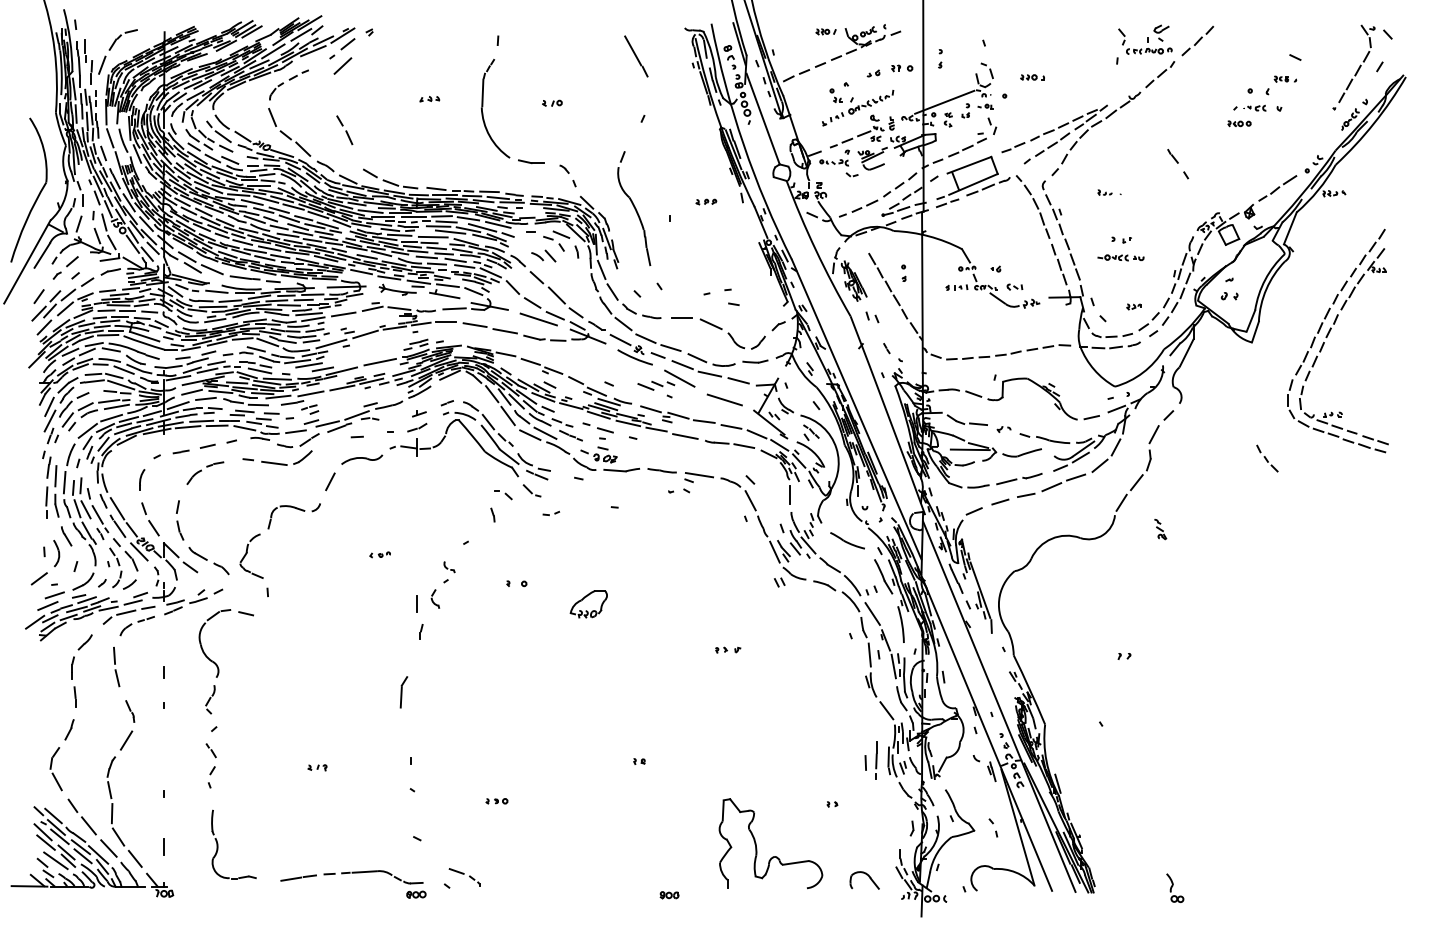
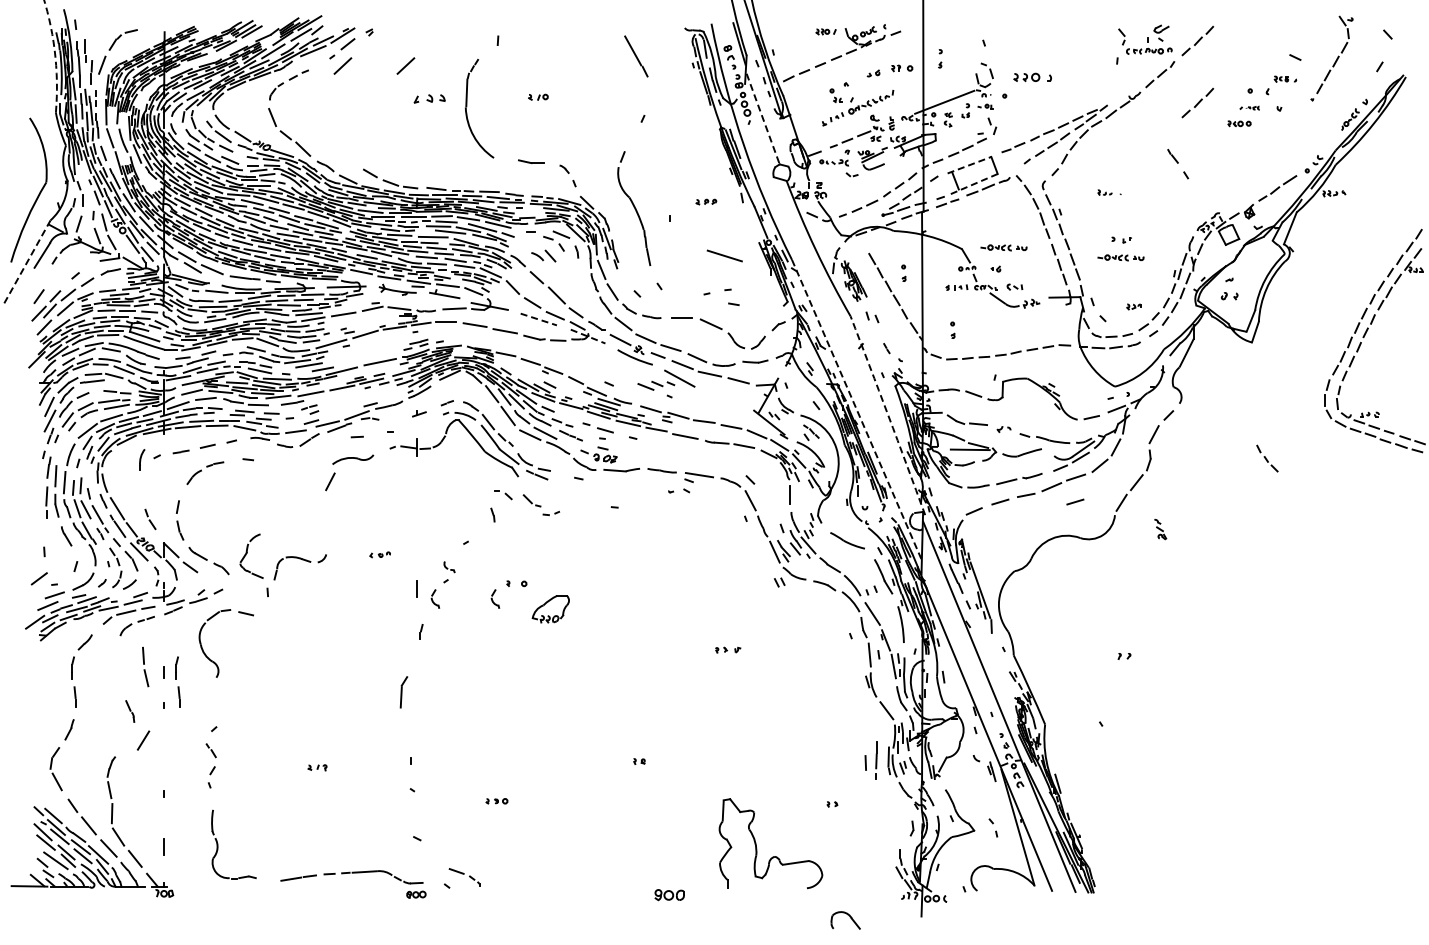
arc at (55, 55): solid -> dashed
line at (405, 65): none -> present
part at (1353, 67) position: (1353, 67) -> (1331, 58)
part at (1032, 77) size: 25x7 px -> 39x10 px
part at (429, 99) size: 22x7 px -> 33x10 px
part at (552, 102) position: (552, 102) -> (538, 96)
part at (1197, 102): none -> present
part at (483, 106) position: (483, 106) -> (467, 106)
part at (1249, 107) size: 34x8 px -> 21x6 px
line at (763, 119): solid -> dashed
part at (344, 130): present -> none
line at (969, 165): solid -> dashed
line at (973, 184): solid -> dashed
part at (1003, 247): none -> present
line at (27, 261): solid -> dashed
part at (65, 267): present -> none
line at (539, 319): solid -> dashed
part at (952, 329): none -> present
part at (1328, 335) position: (1328, 335) -> (1365, 335)
line at (588, 336): solid -> dashed
line at (121, 384): present -> none
line at (724, 399) position: (724, 399) -> (724, 255)
line at (856, 410): solid -> dashed
arc at (888, 415): solid -> dashed
part at (417, 427): present -> none
part at (362, 459) position: (362, 459) -> (353, 459)
part at (284, 463): present -> none
part at (142, 479) position: (142, 479) -> (142, 459)
part at (531, 490) position: (531, 490) -> (531, 500)
line at (1075, 501): none -> present
part at (296, 509) position: (296, 509) -> (302, 560)
part at (150, 519) size: 19x35 px -> 13x23 px
part at (56, 553): present -> none
part at (495, 598): none -> present
line at (416, 603) position: (416, 603) -> (416, 588)
part at (587, 610) position: (587, 610) -> (549, 615)
part at (116, 666) position: (116, 666) -> (145, 666)
part at (177, 681): none -> present
part at (210, 699): present -> none
line at (126, 740) position: (126, 740) -> (143, 740)
part at (864, 880) position: (864, 880) -> (845, 920)
part at (1175, 887): present -> none
part at (669, 895) size: 21x9 px -> 31x13 px
